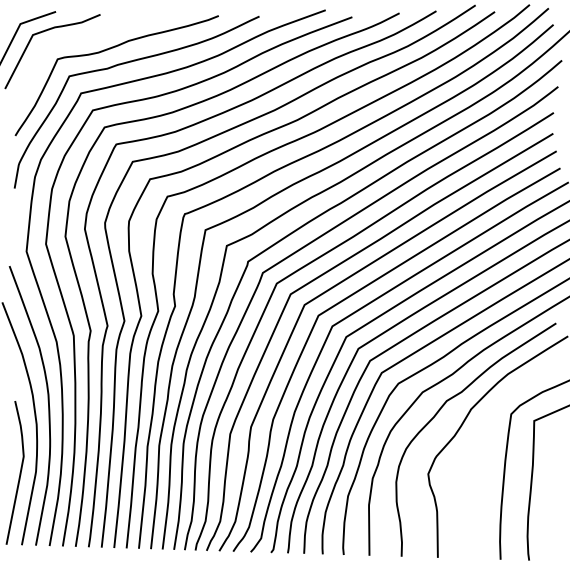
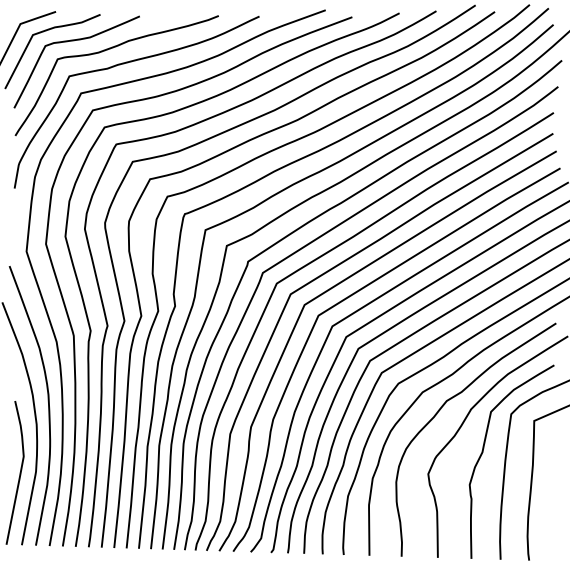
curve at (74, 41): none -> present
curve at (483, 452): none -> present
